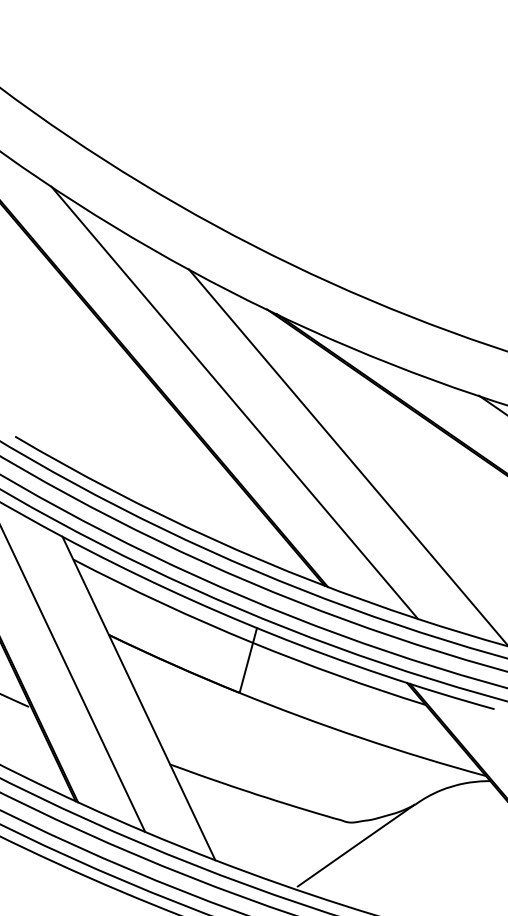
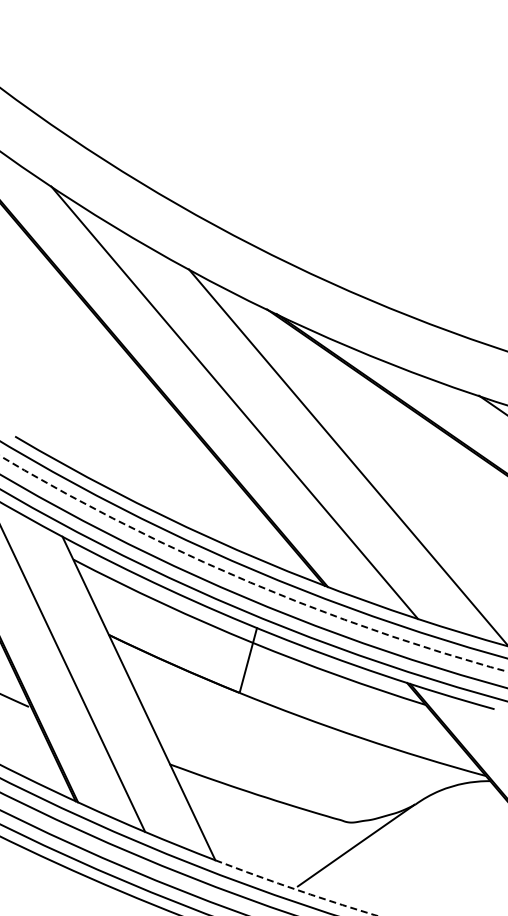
circle at (253, 563): solid -> dashed
arc at (296, 889): solid -> dashed
